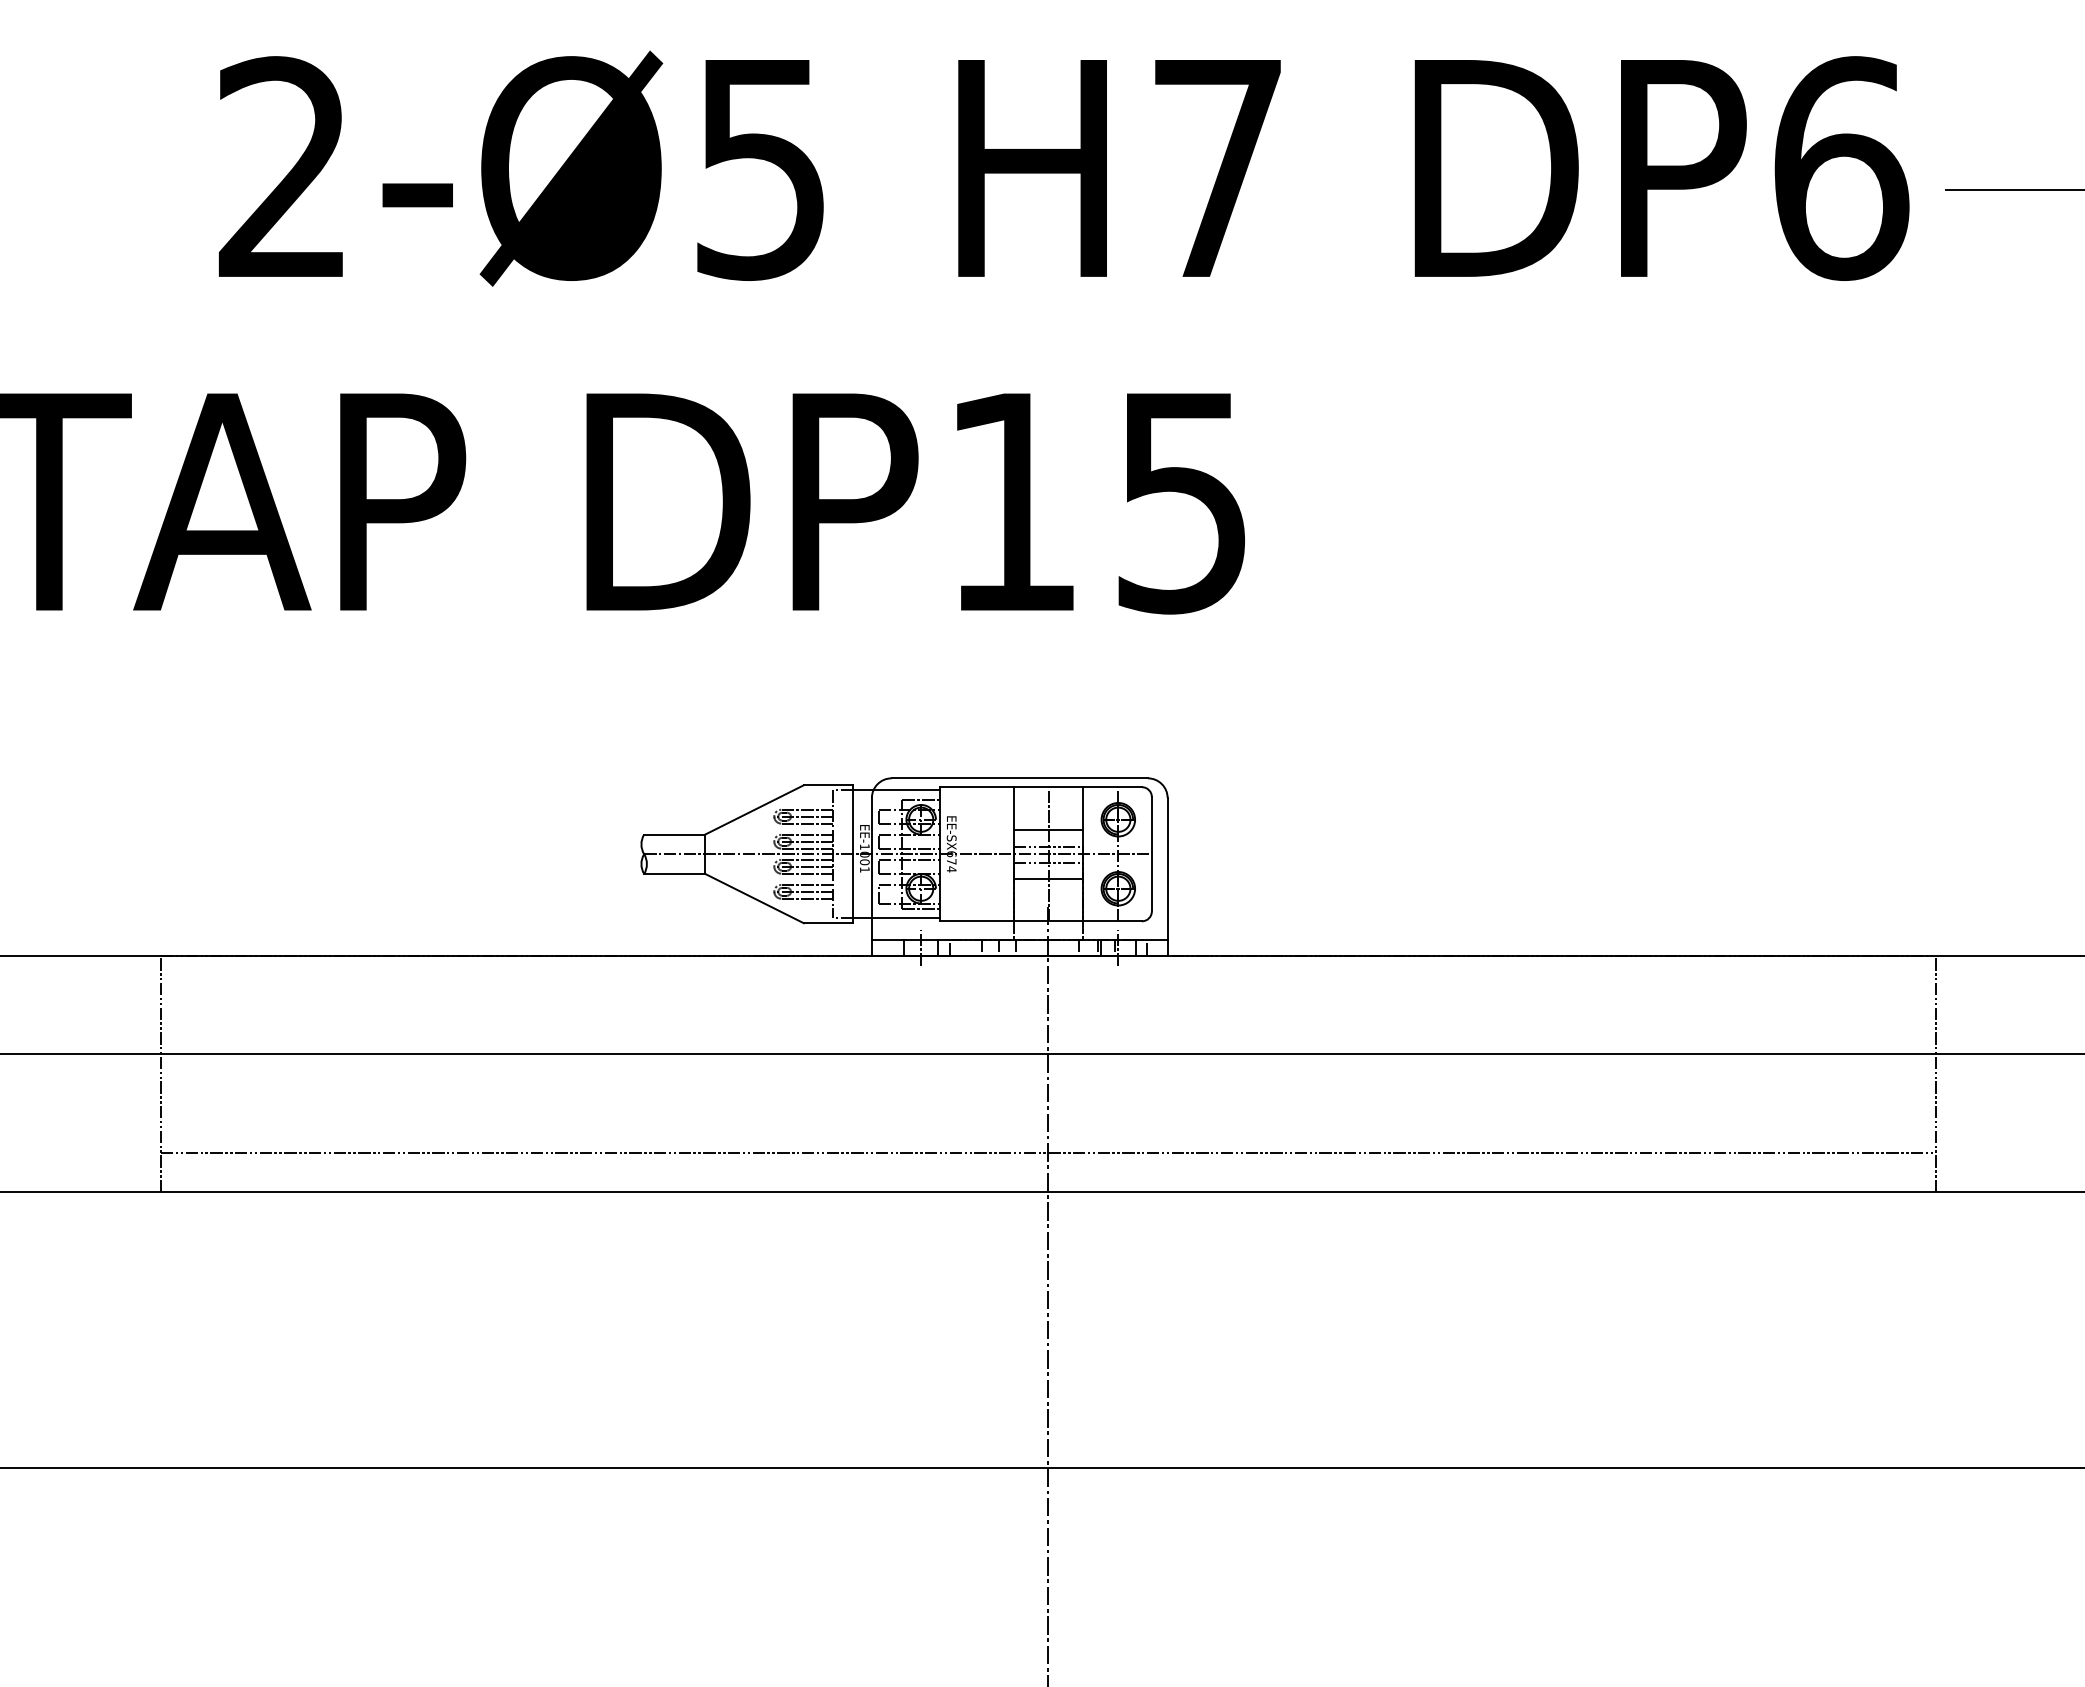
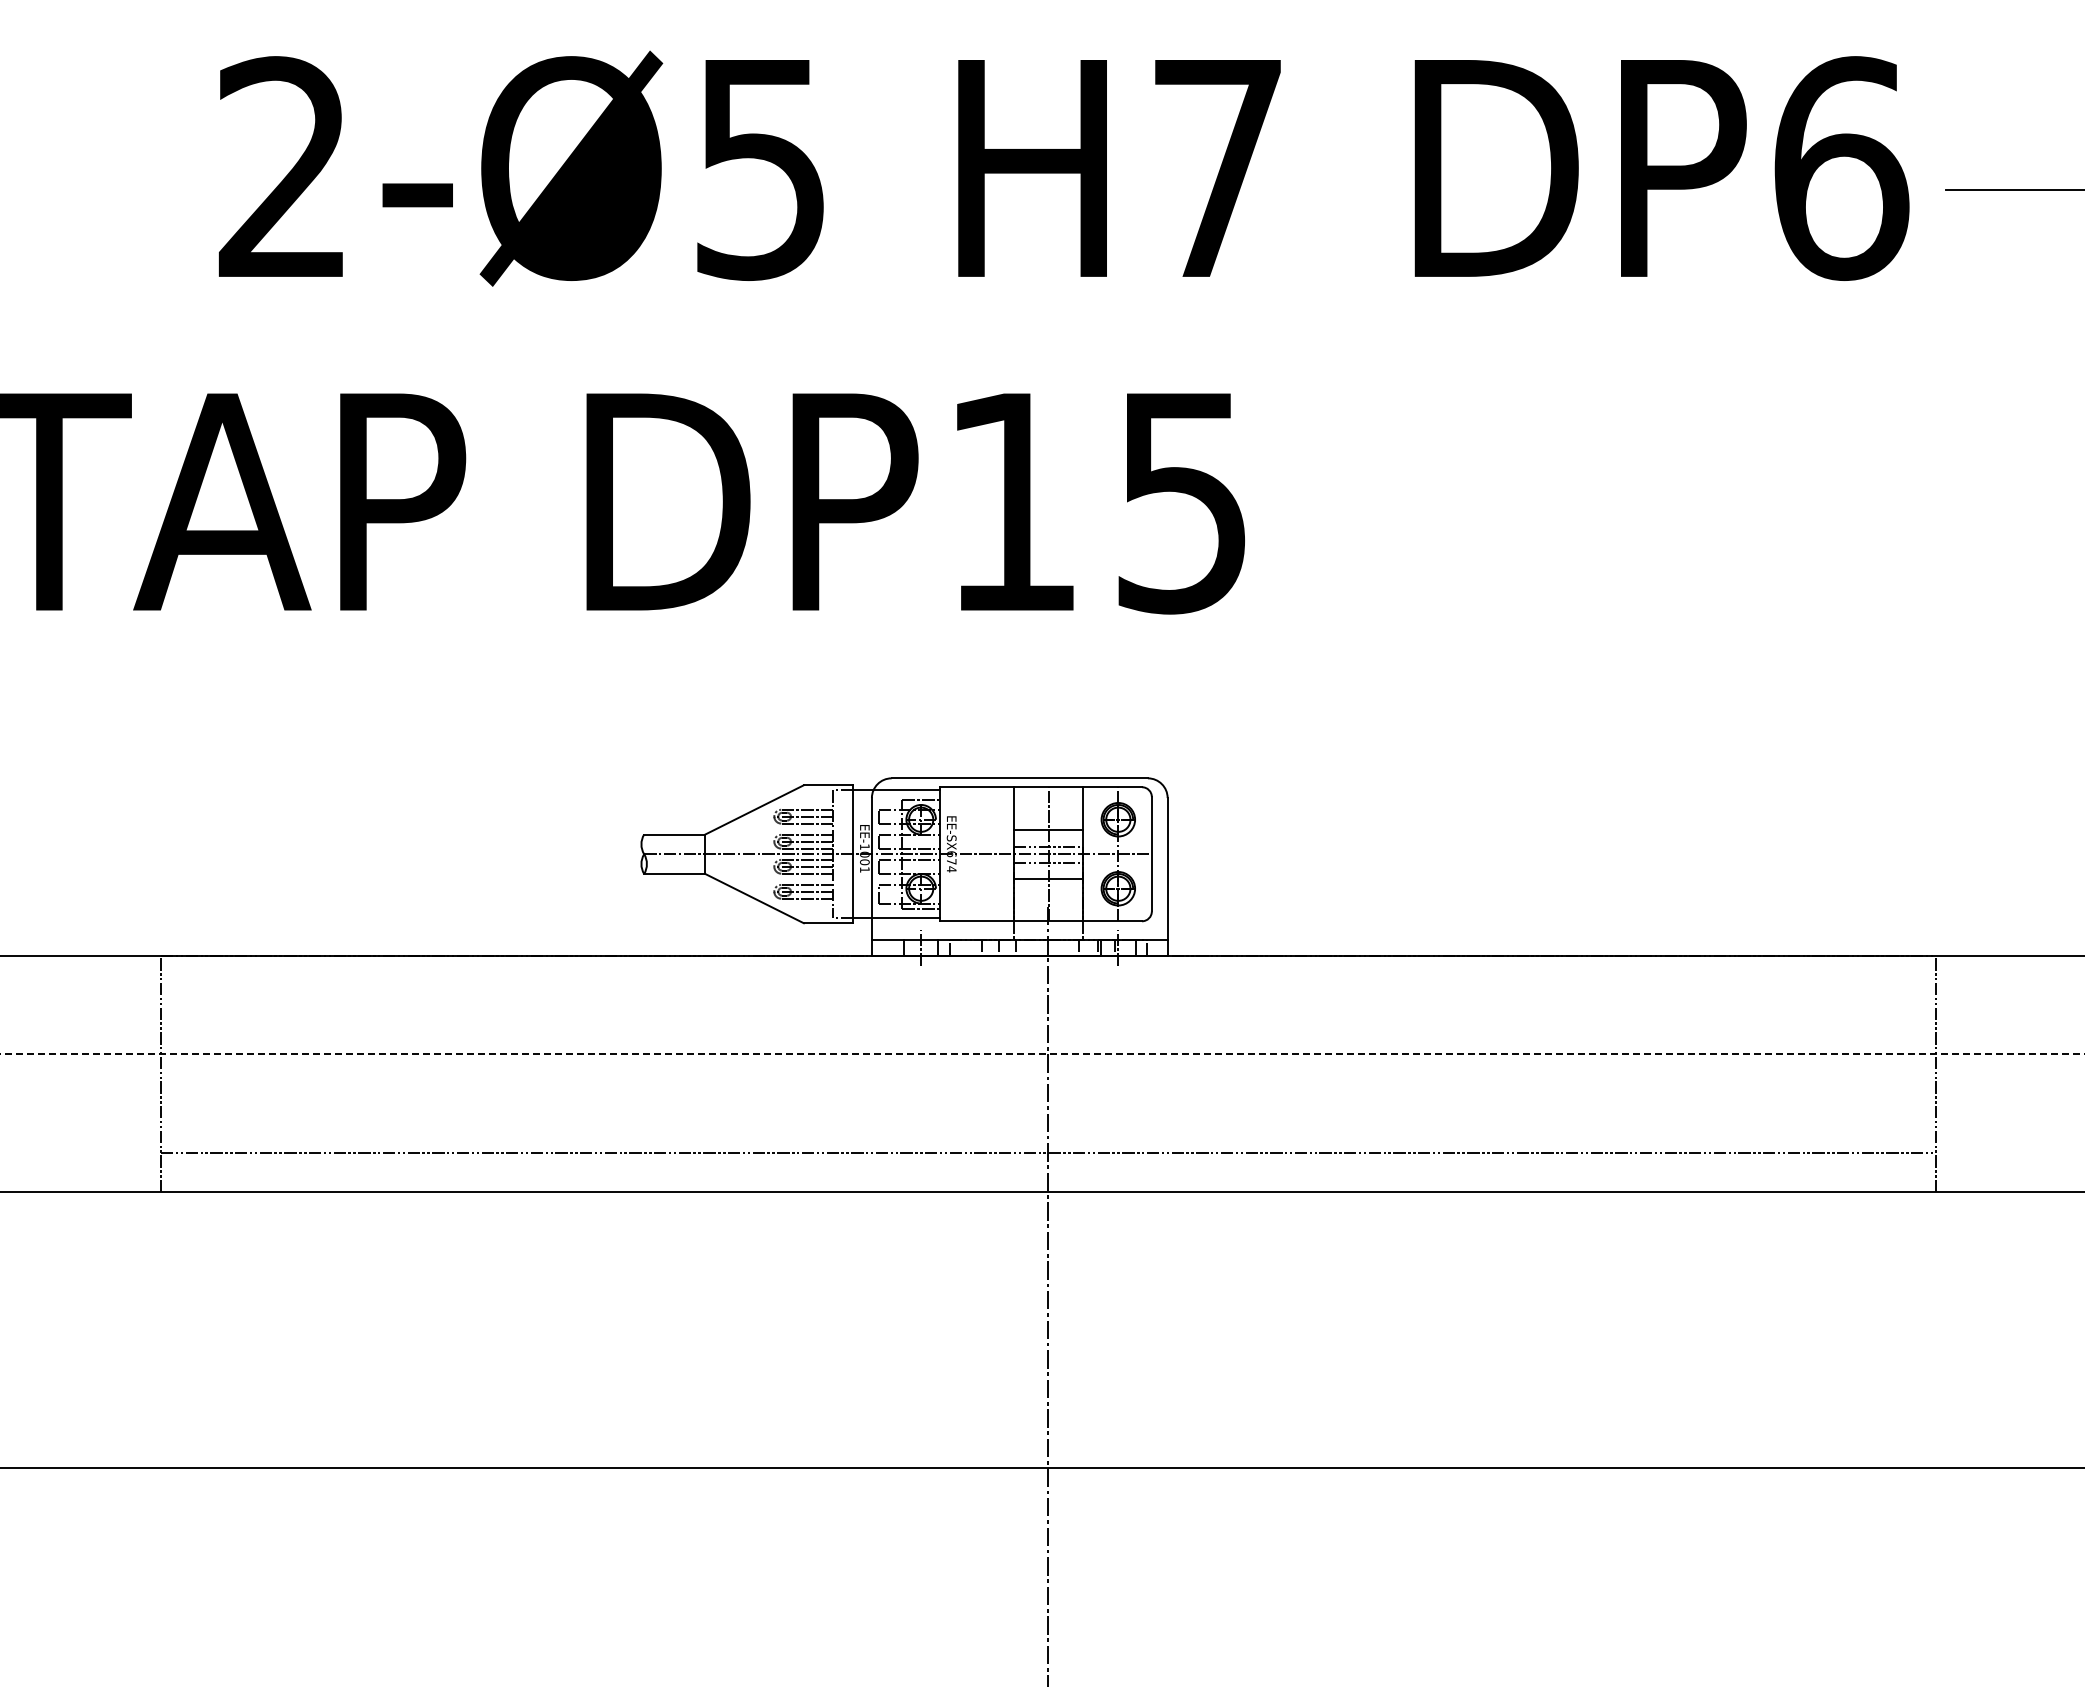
line at (1042, 1054): solid -> dashed
